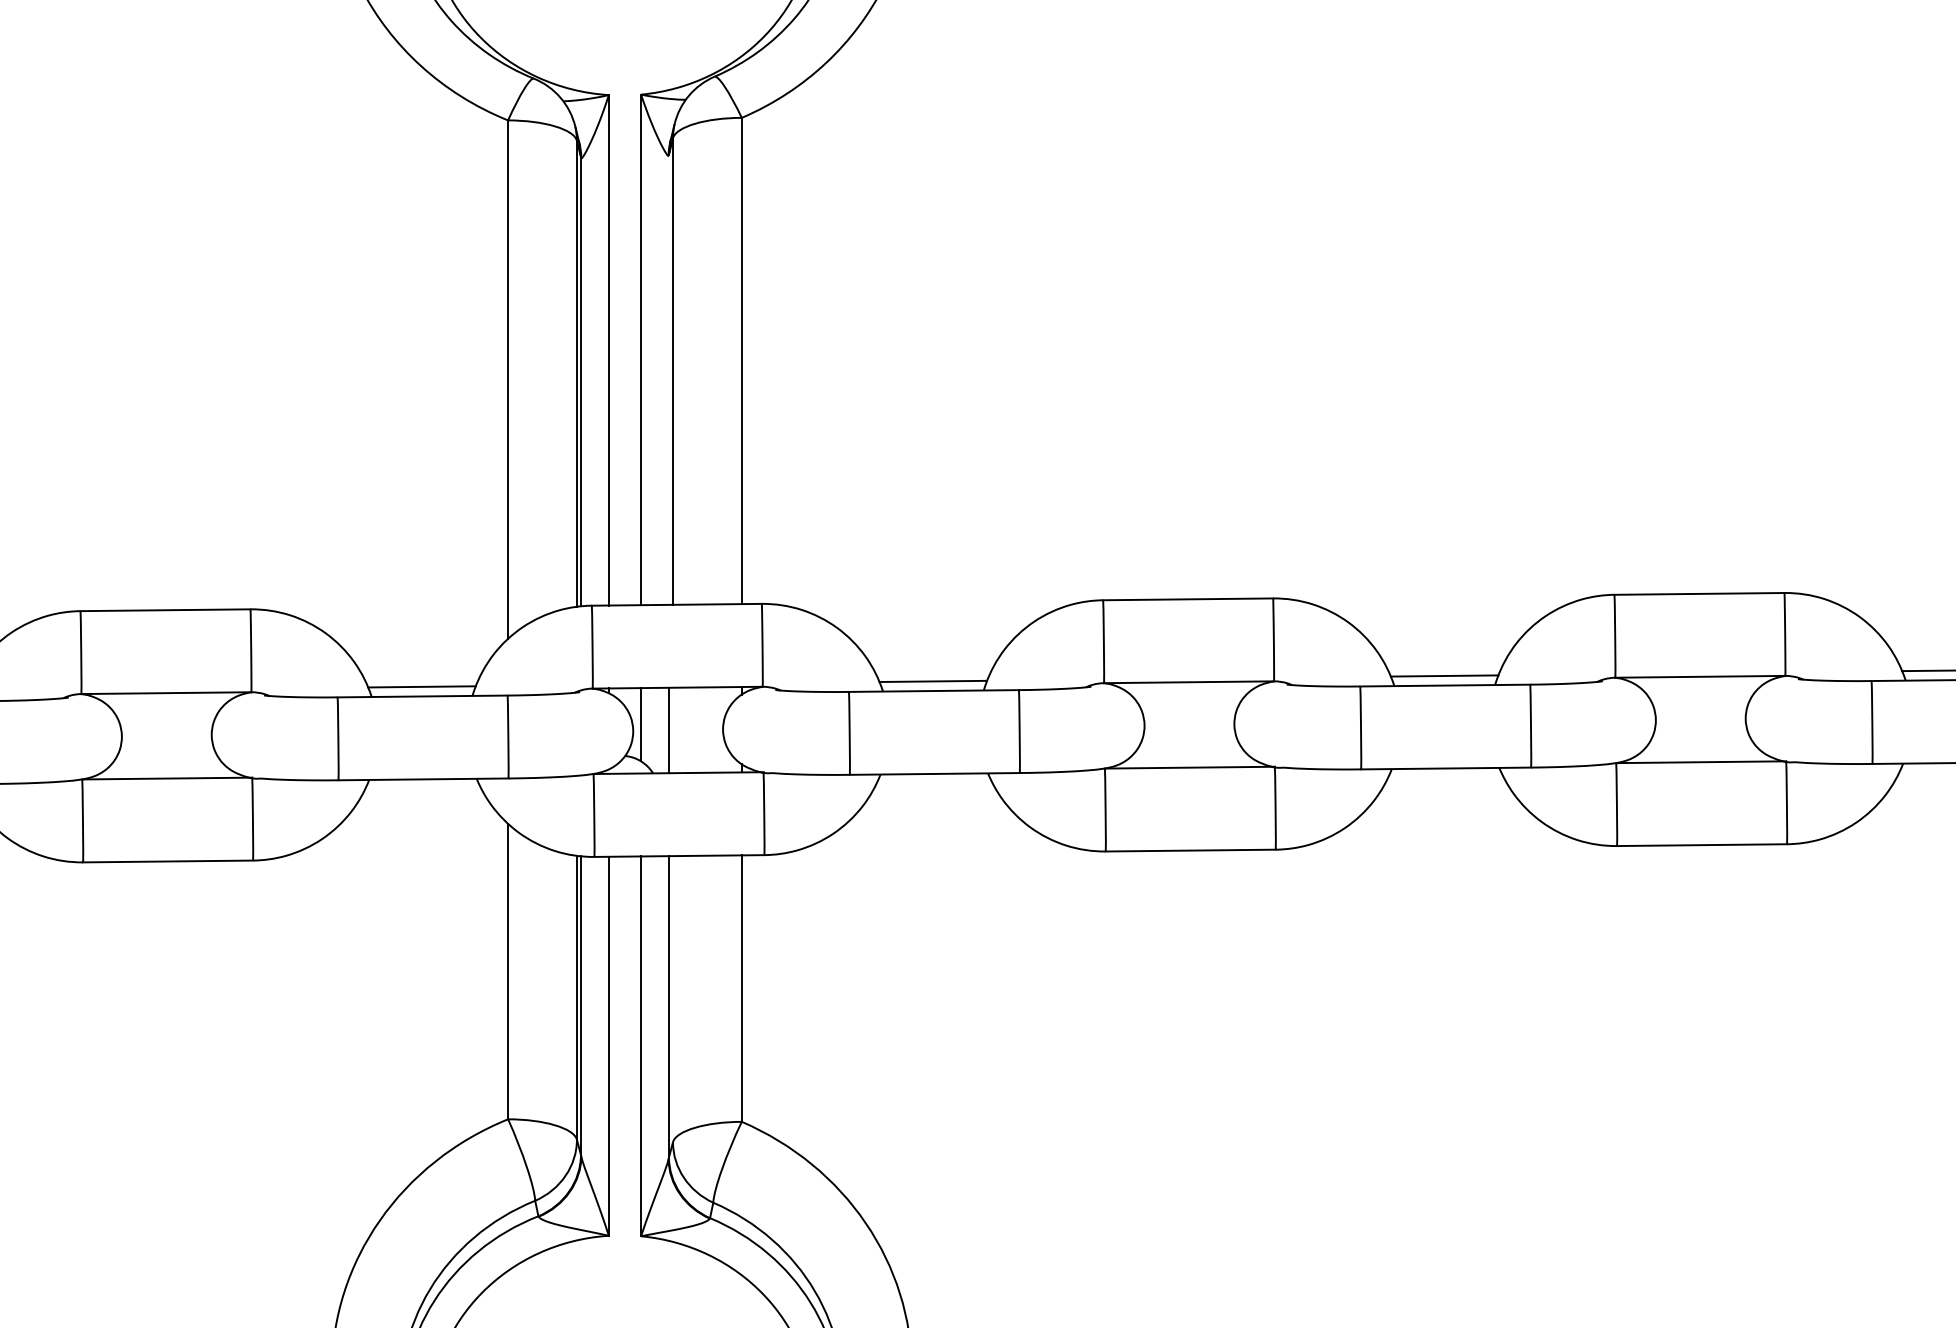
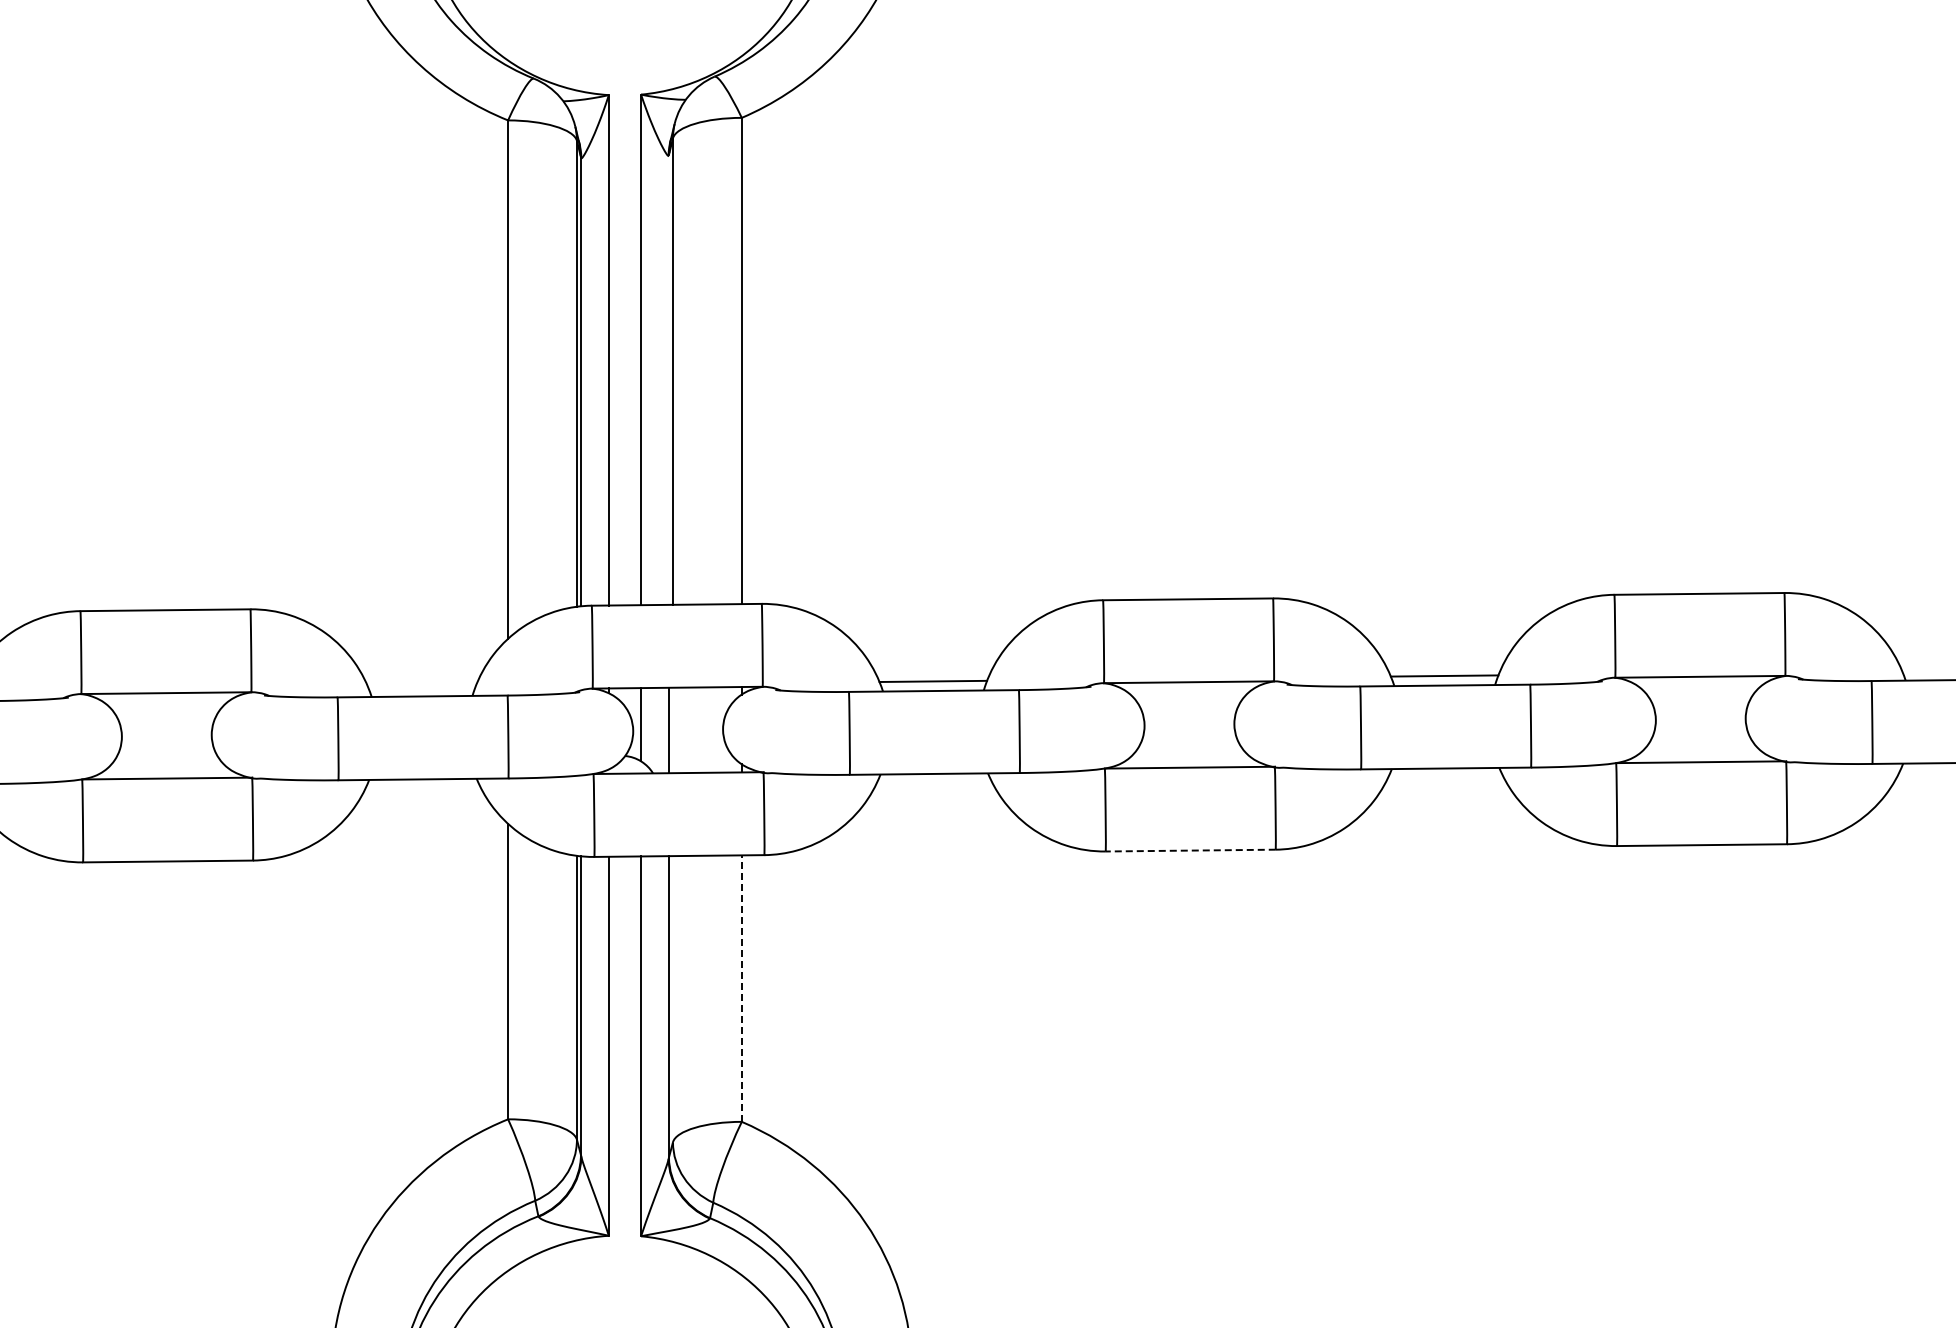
line at (1927, 670): present -> none
line at (421, 686): present -> none
line at (1190, 850): solid -> dashed
line at (741, 988): solid -> dashed
